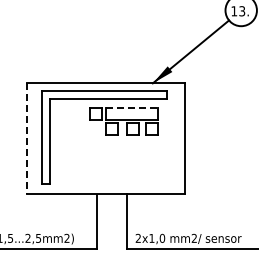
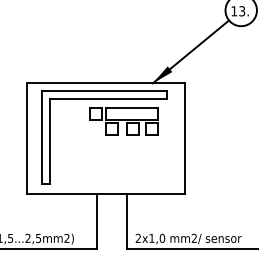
line at (132, 107): dashed -> solid
line at (26, 139): dashed -> solid
